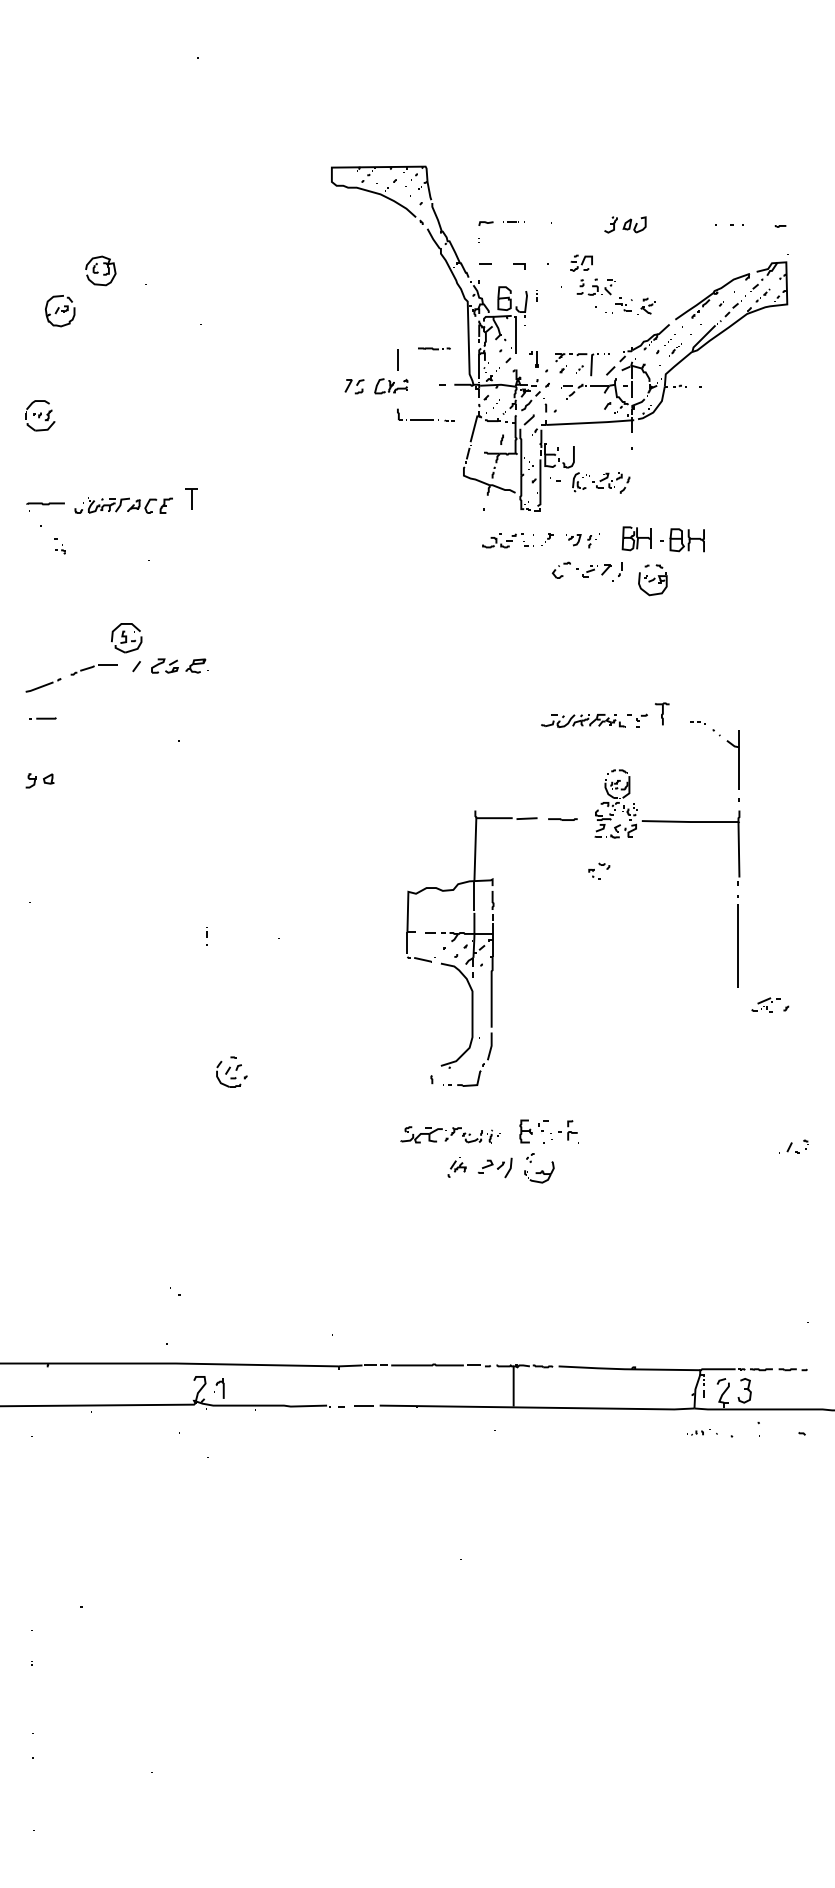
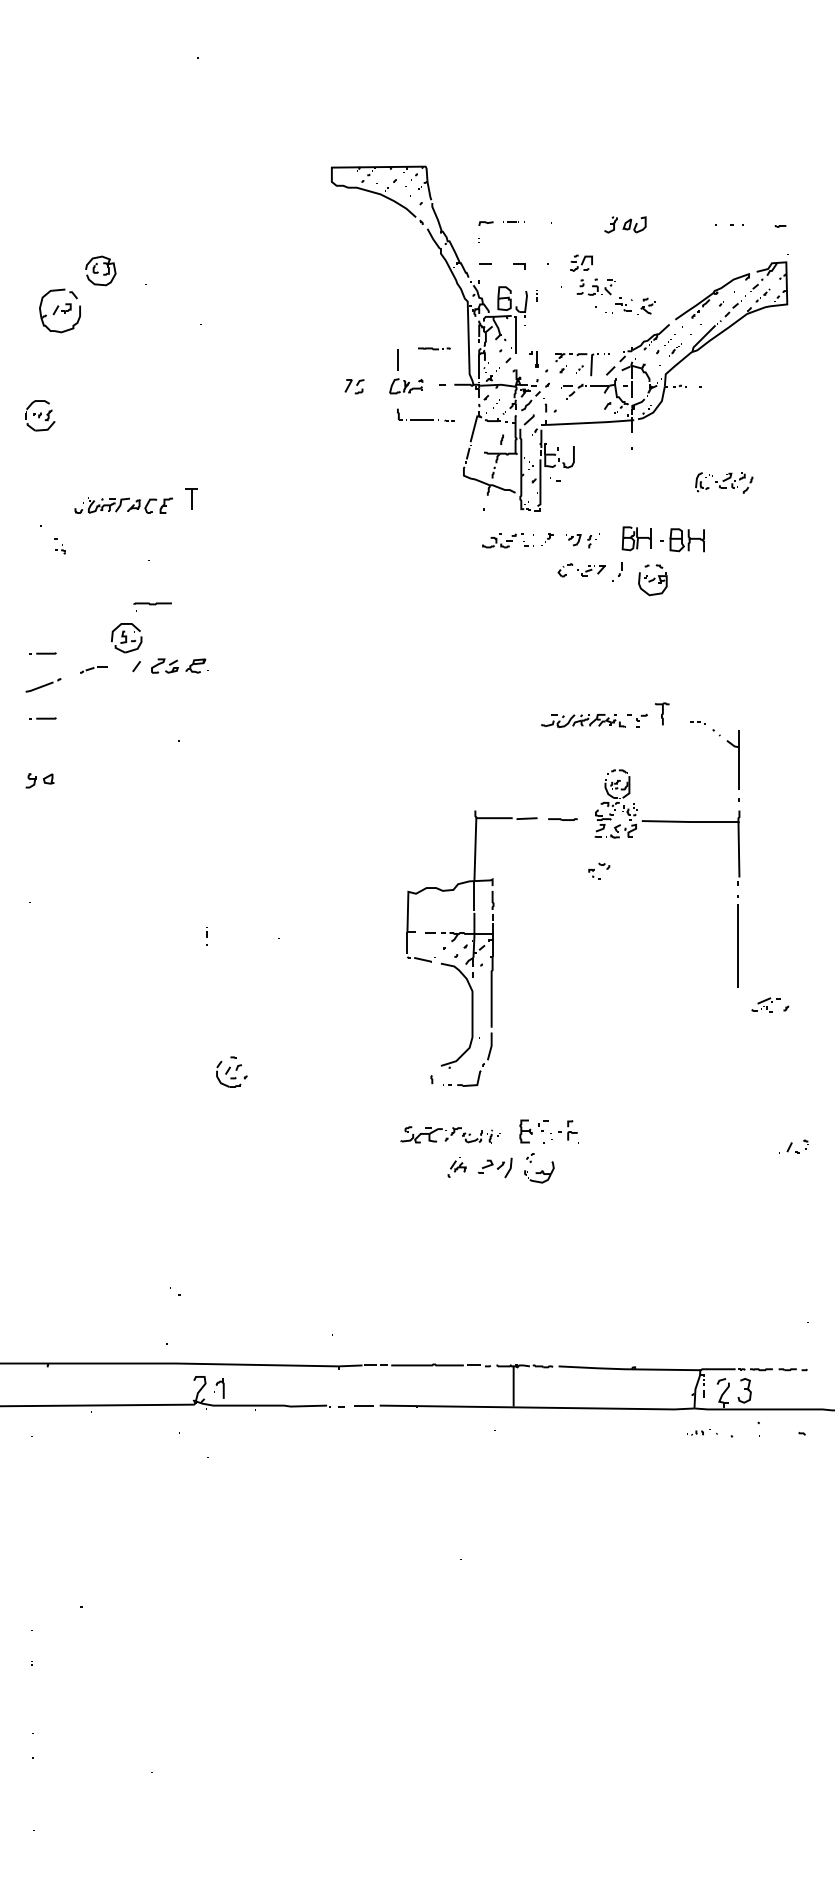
part at (60, 311) size: 31x33 px -> 42x46 px
part at (391, 386) position: (391, 386) -> (406, 386)
part at (601, 482) position: (601, 482) -> (724, 482)
part at (45, 506) position: (45, 506) -> (152, 606)
part at (581, 569) size: 61x18 px -> 49x15 px
line at (42, 653): none -> present
part at (93, 669) size: 48x12 px -> 28x8 px
